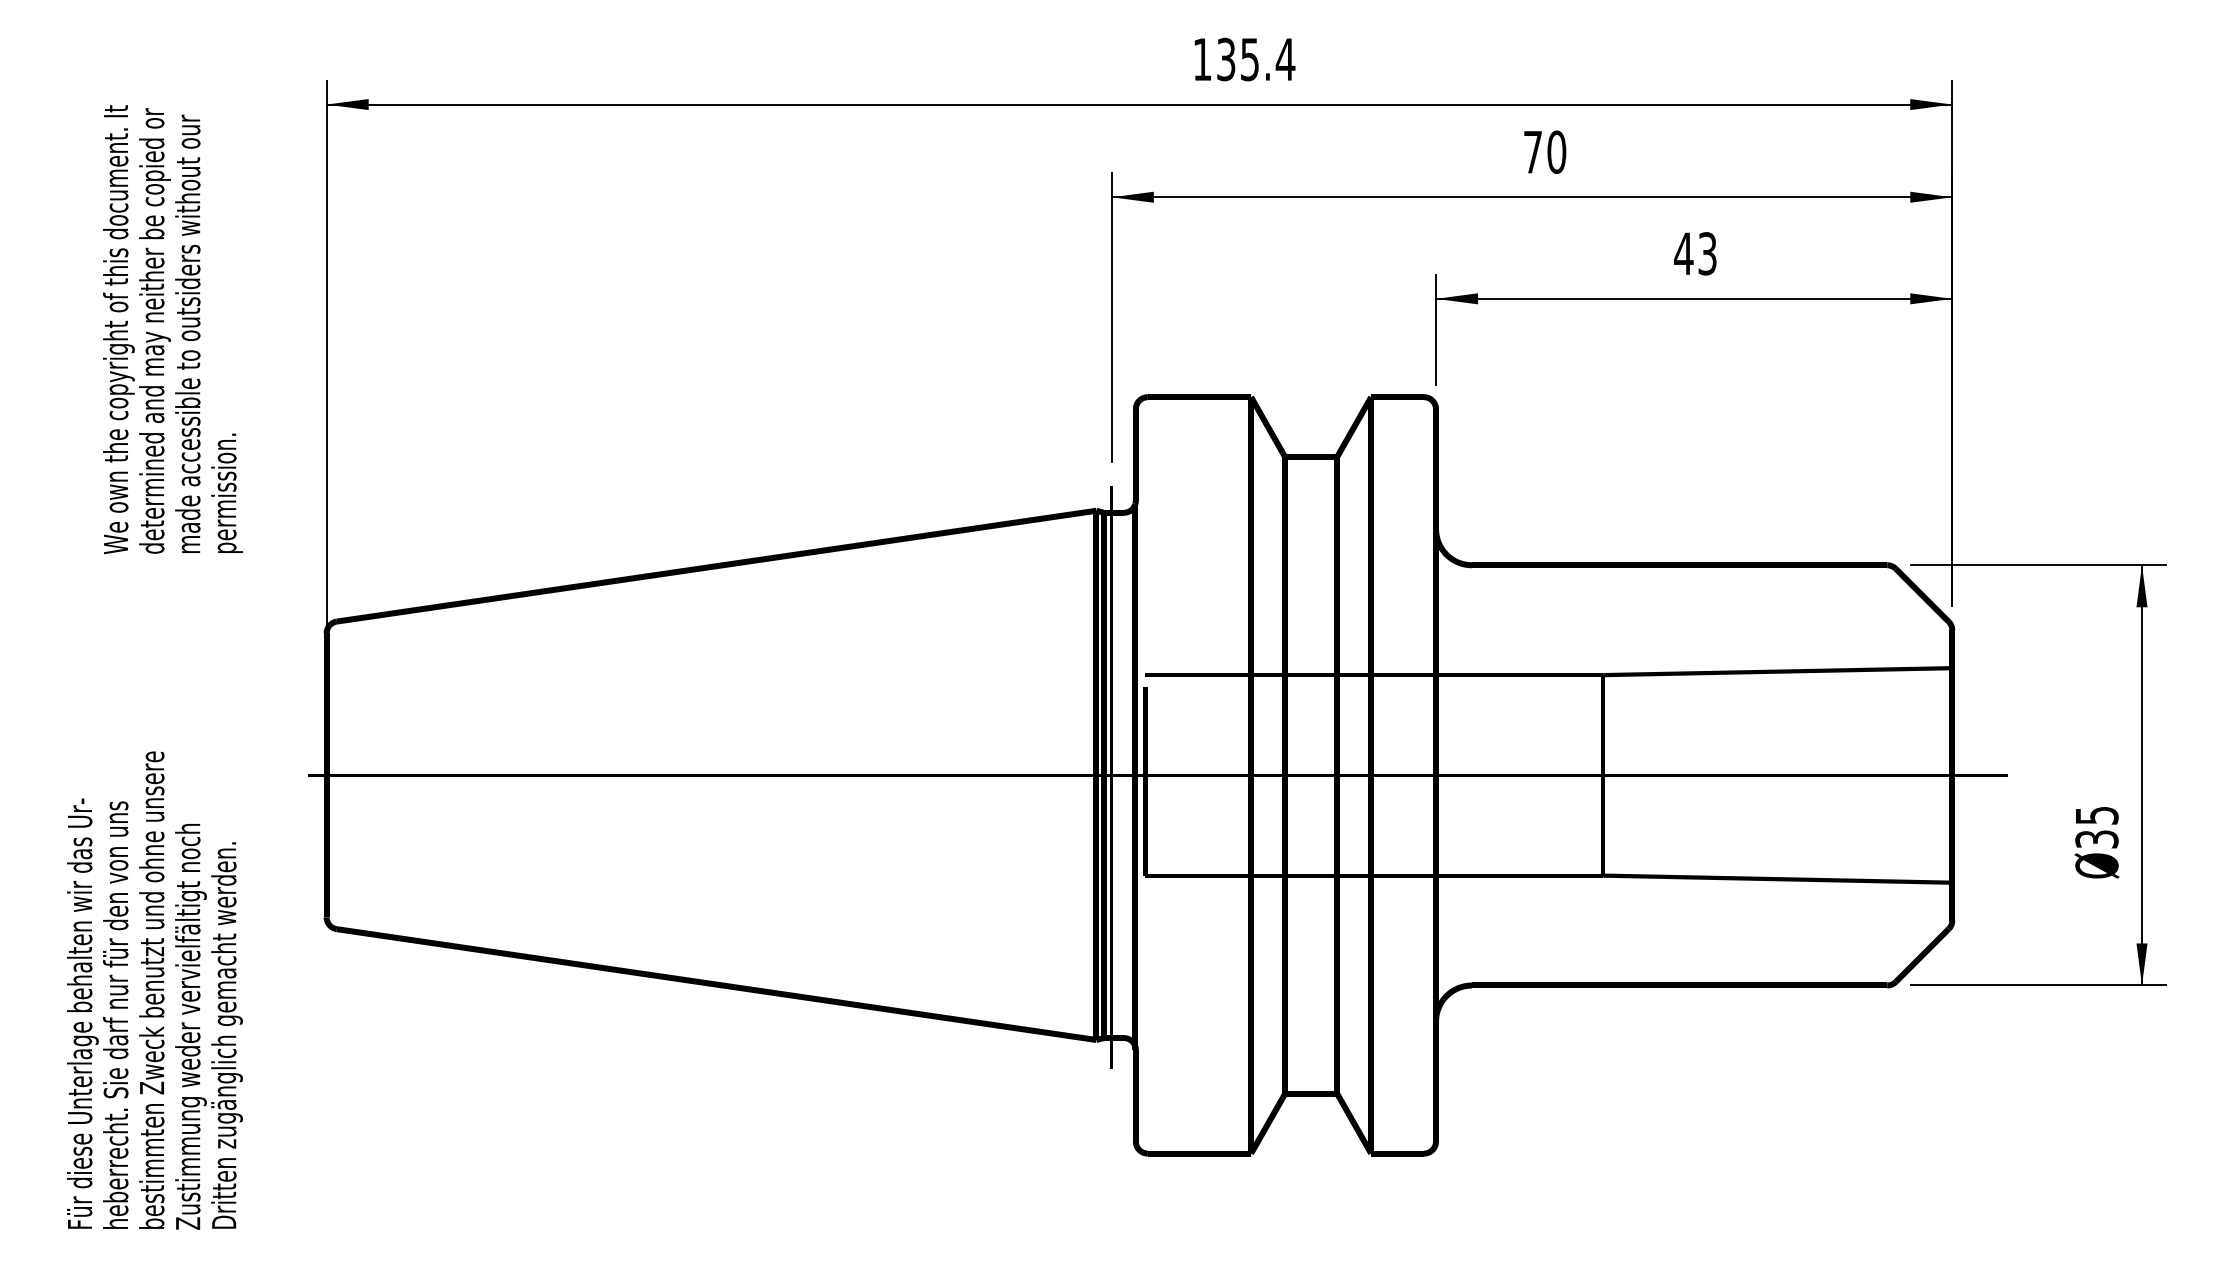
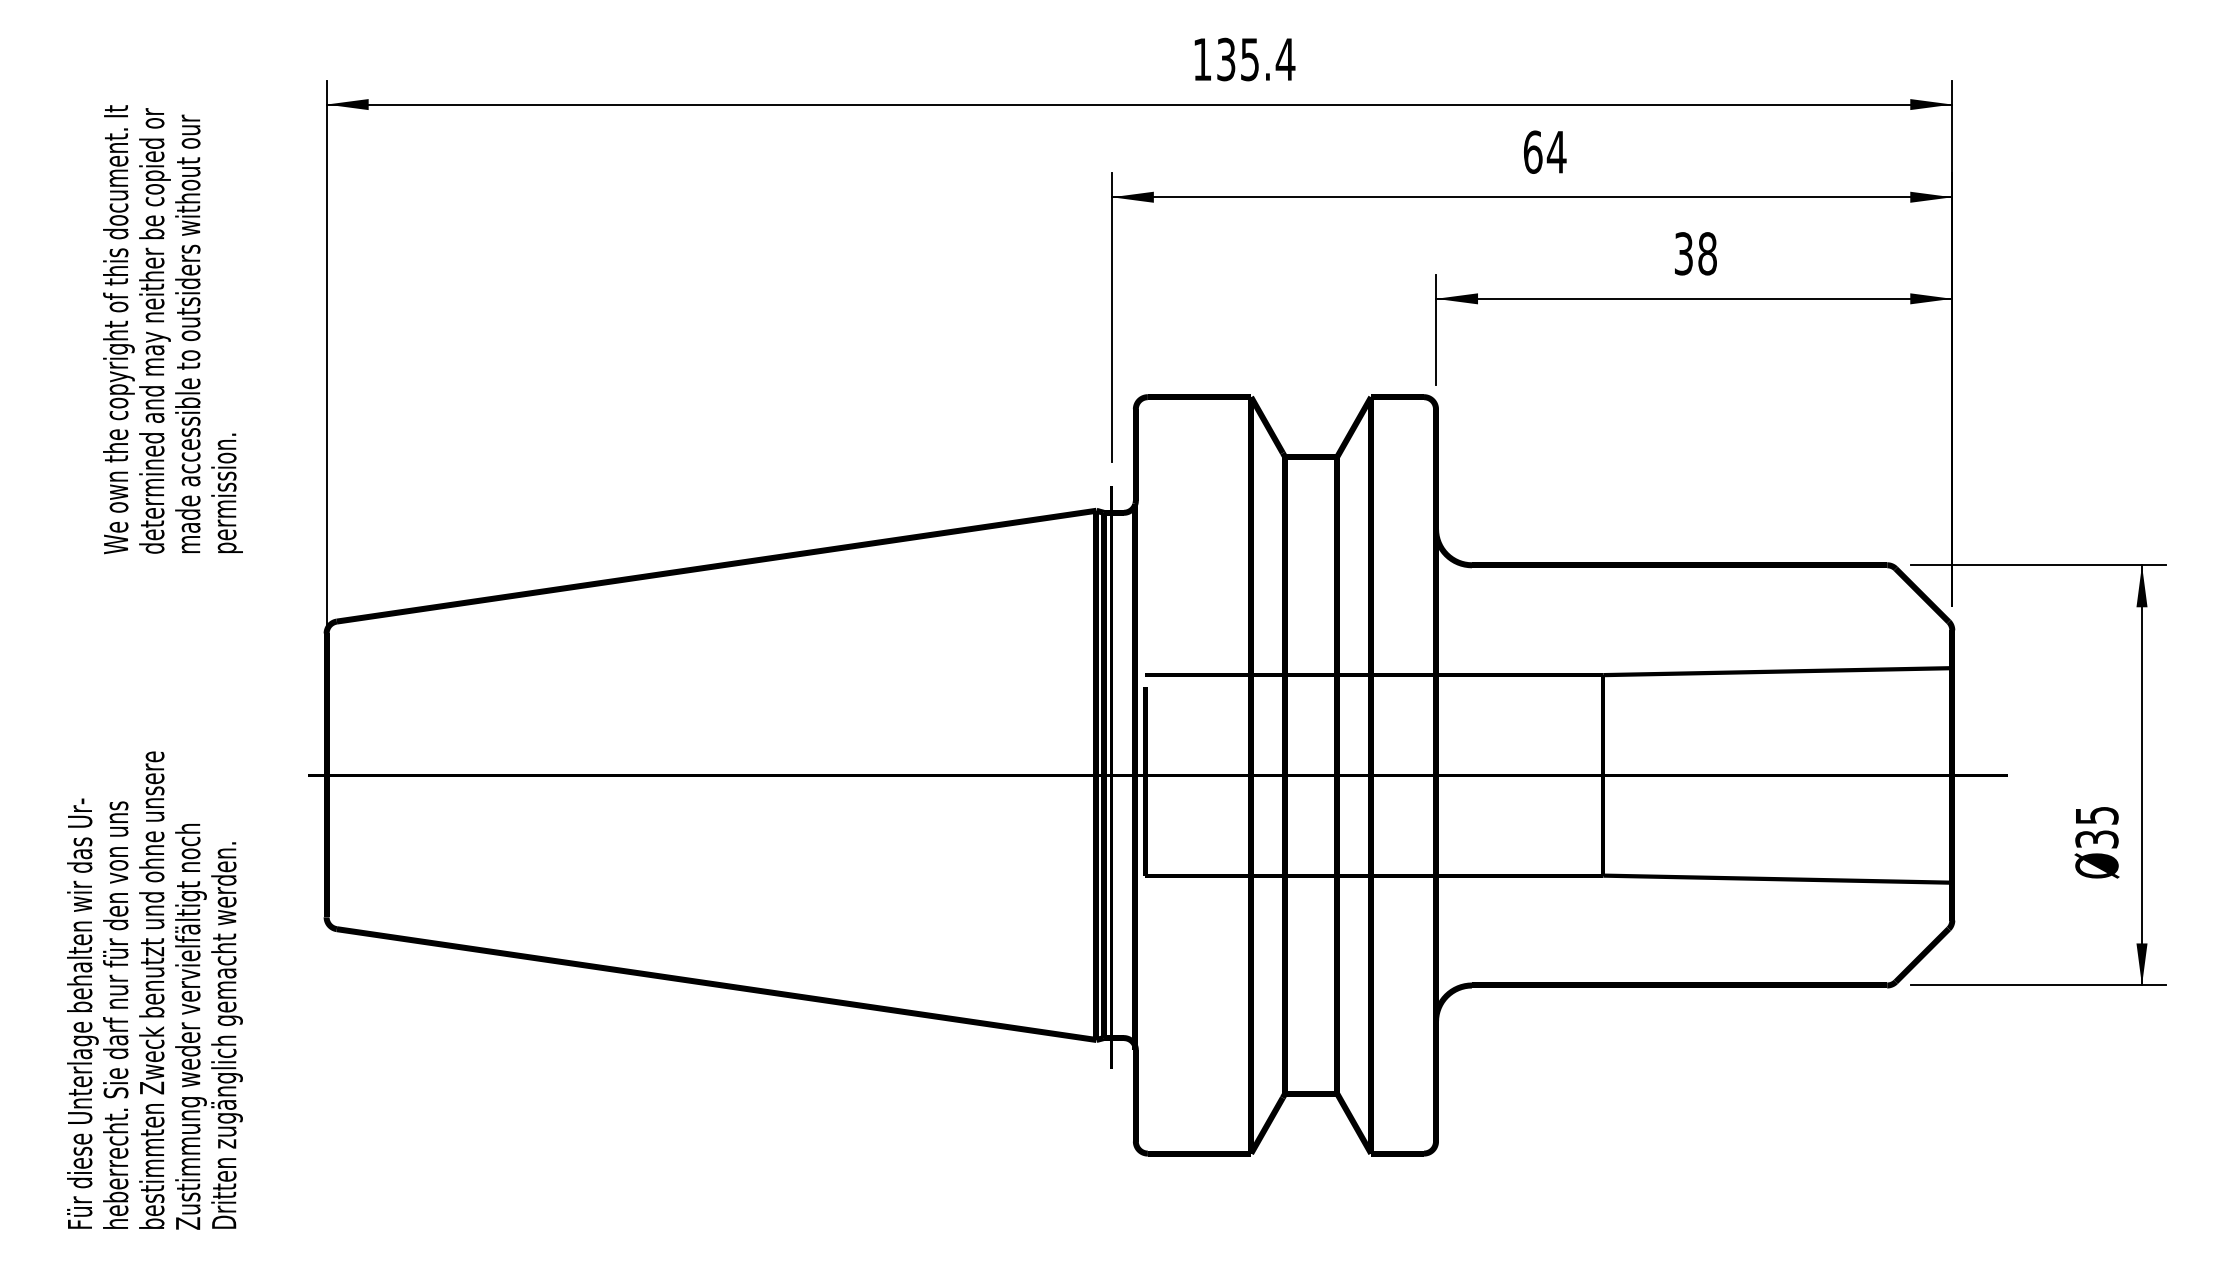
text at (1545, 151): 70 -> 64
text at (1695, 253): 43 -> 38
